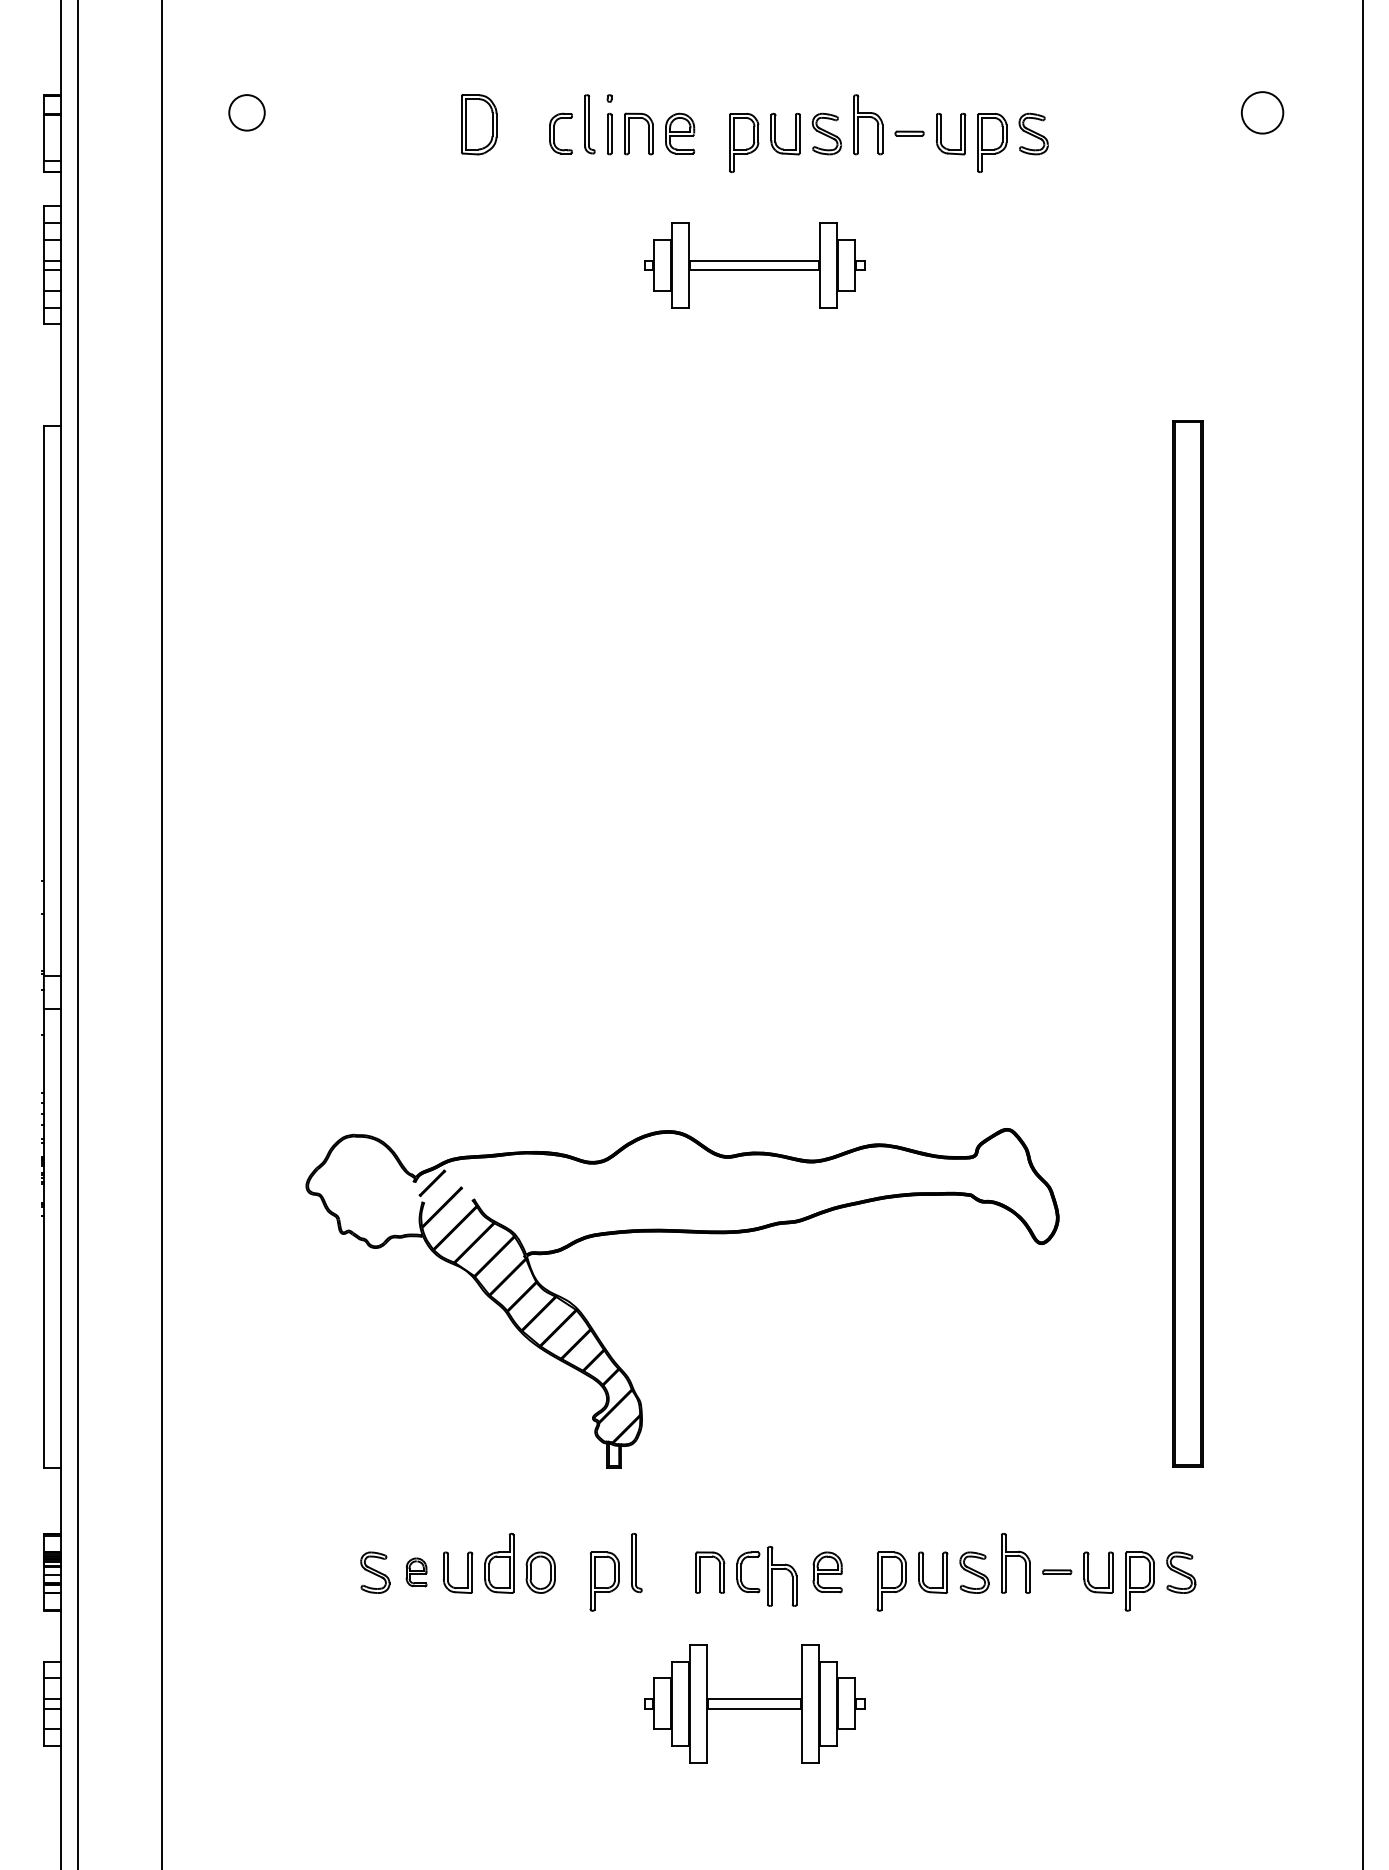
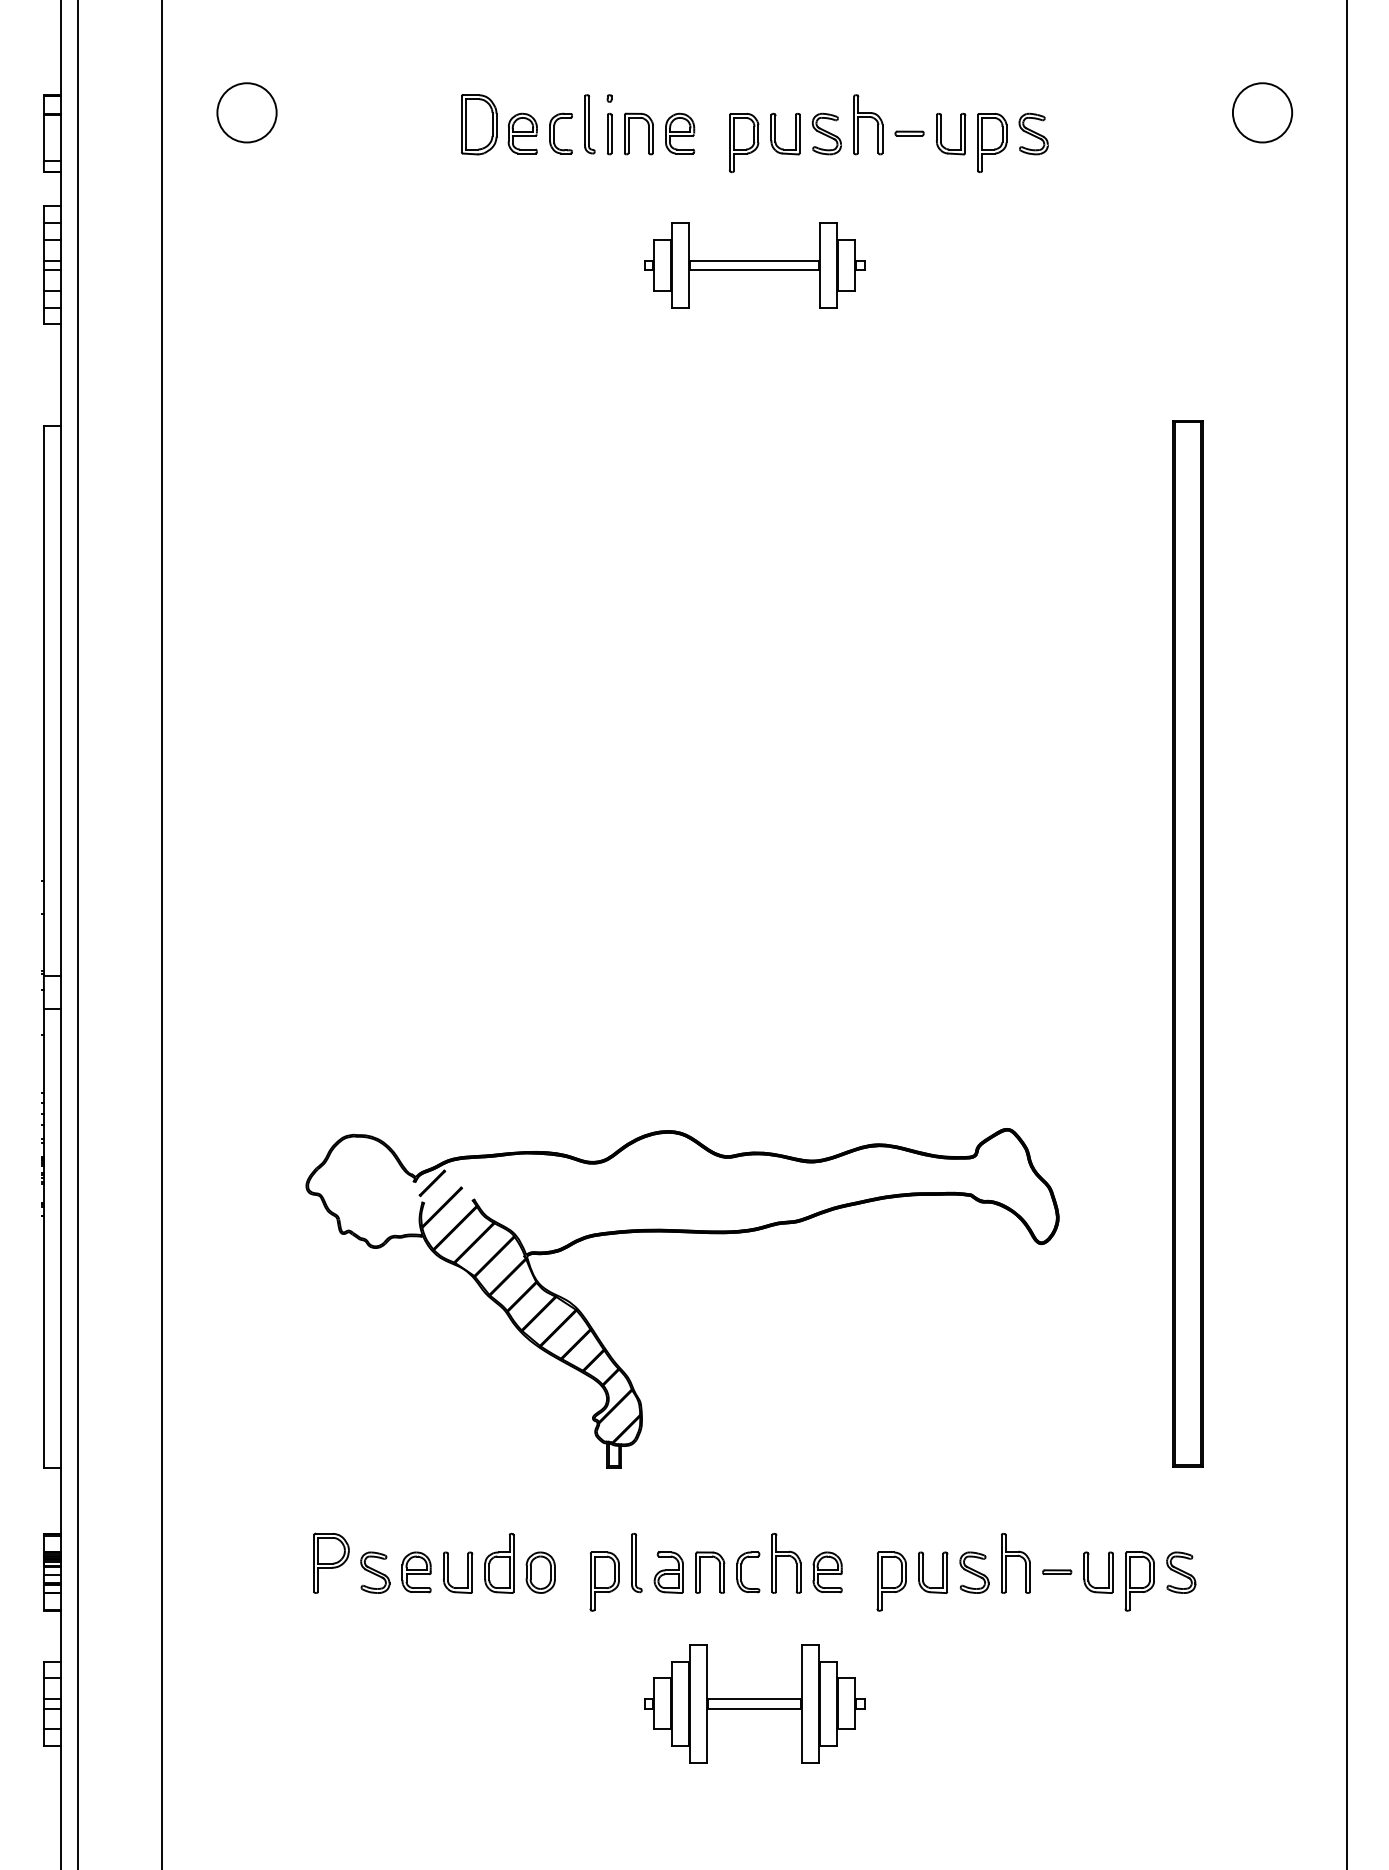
circle at (246, 112) diameter: 36 px -> 59 px
circle at (1262, 112) diameter: 41 px -> 59 px
part at (522, 133): none -> present
line at (1363, 934) position: (1363, 934) -> (1347, 934)
part at (331, 1562): none -> present
part at (782, 1569) position: (782, 1569) -> (786, 1556)
part at (416, 1572) size: 23x31 px -> 31x43 px
part at (668, 1572): none -> present
